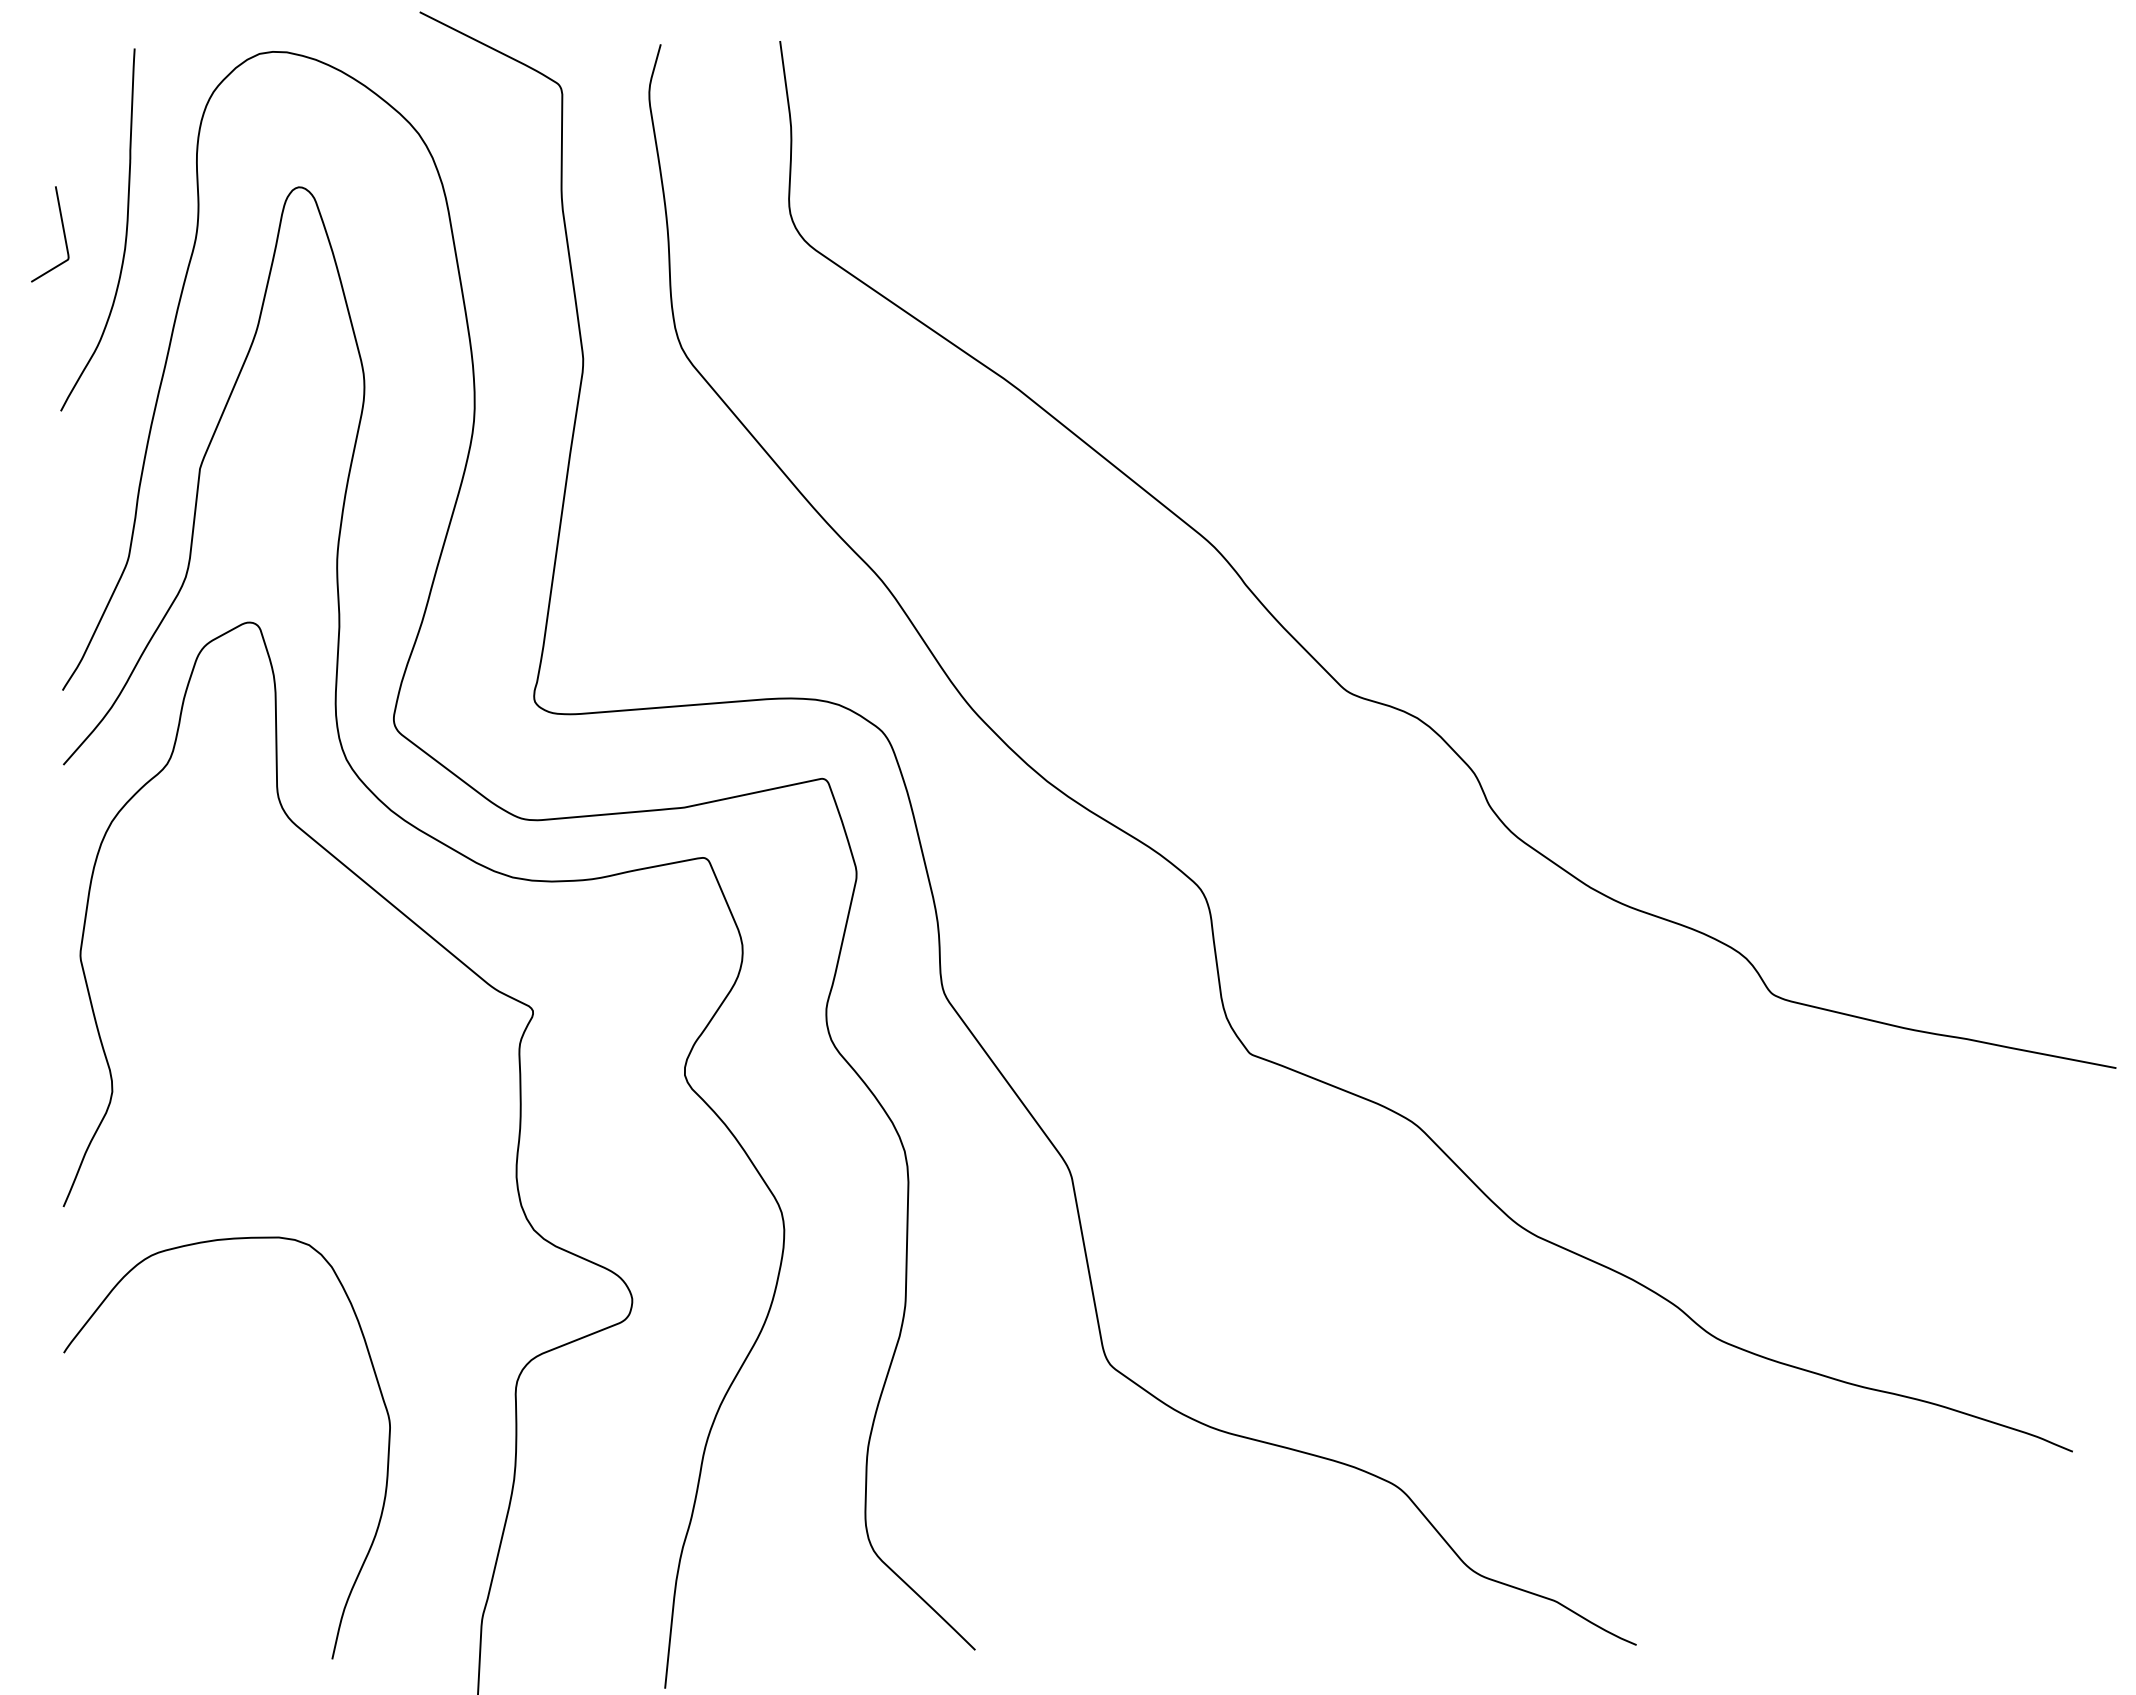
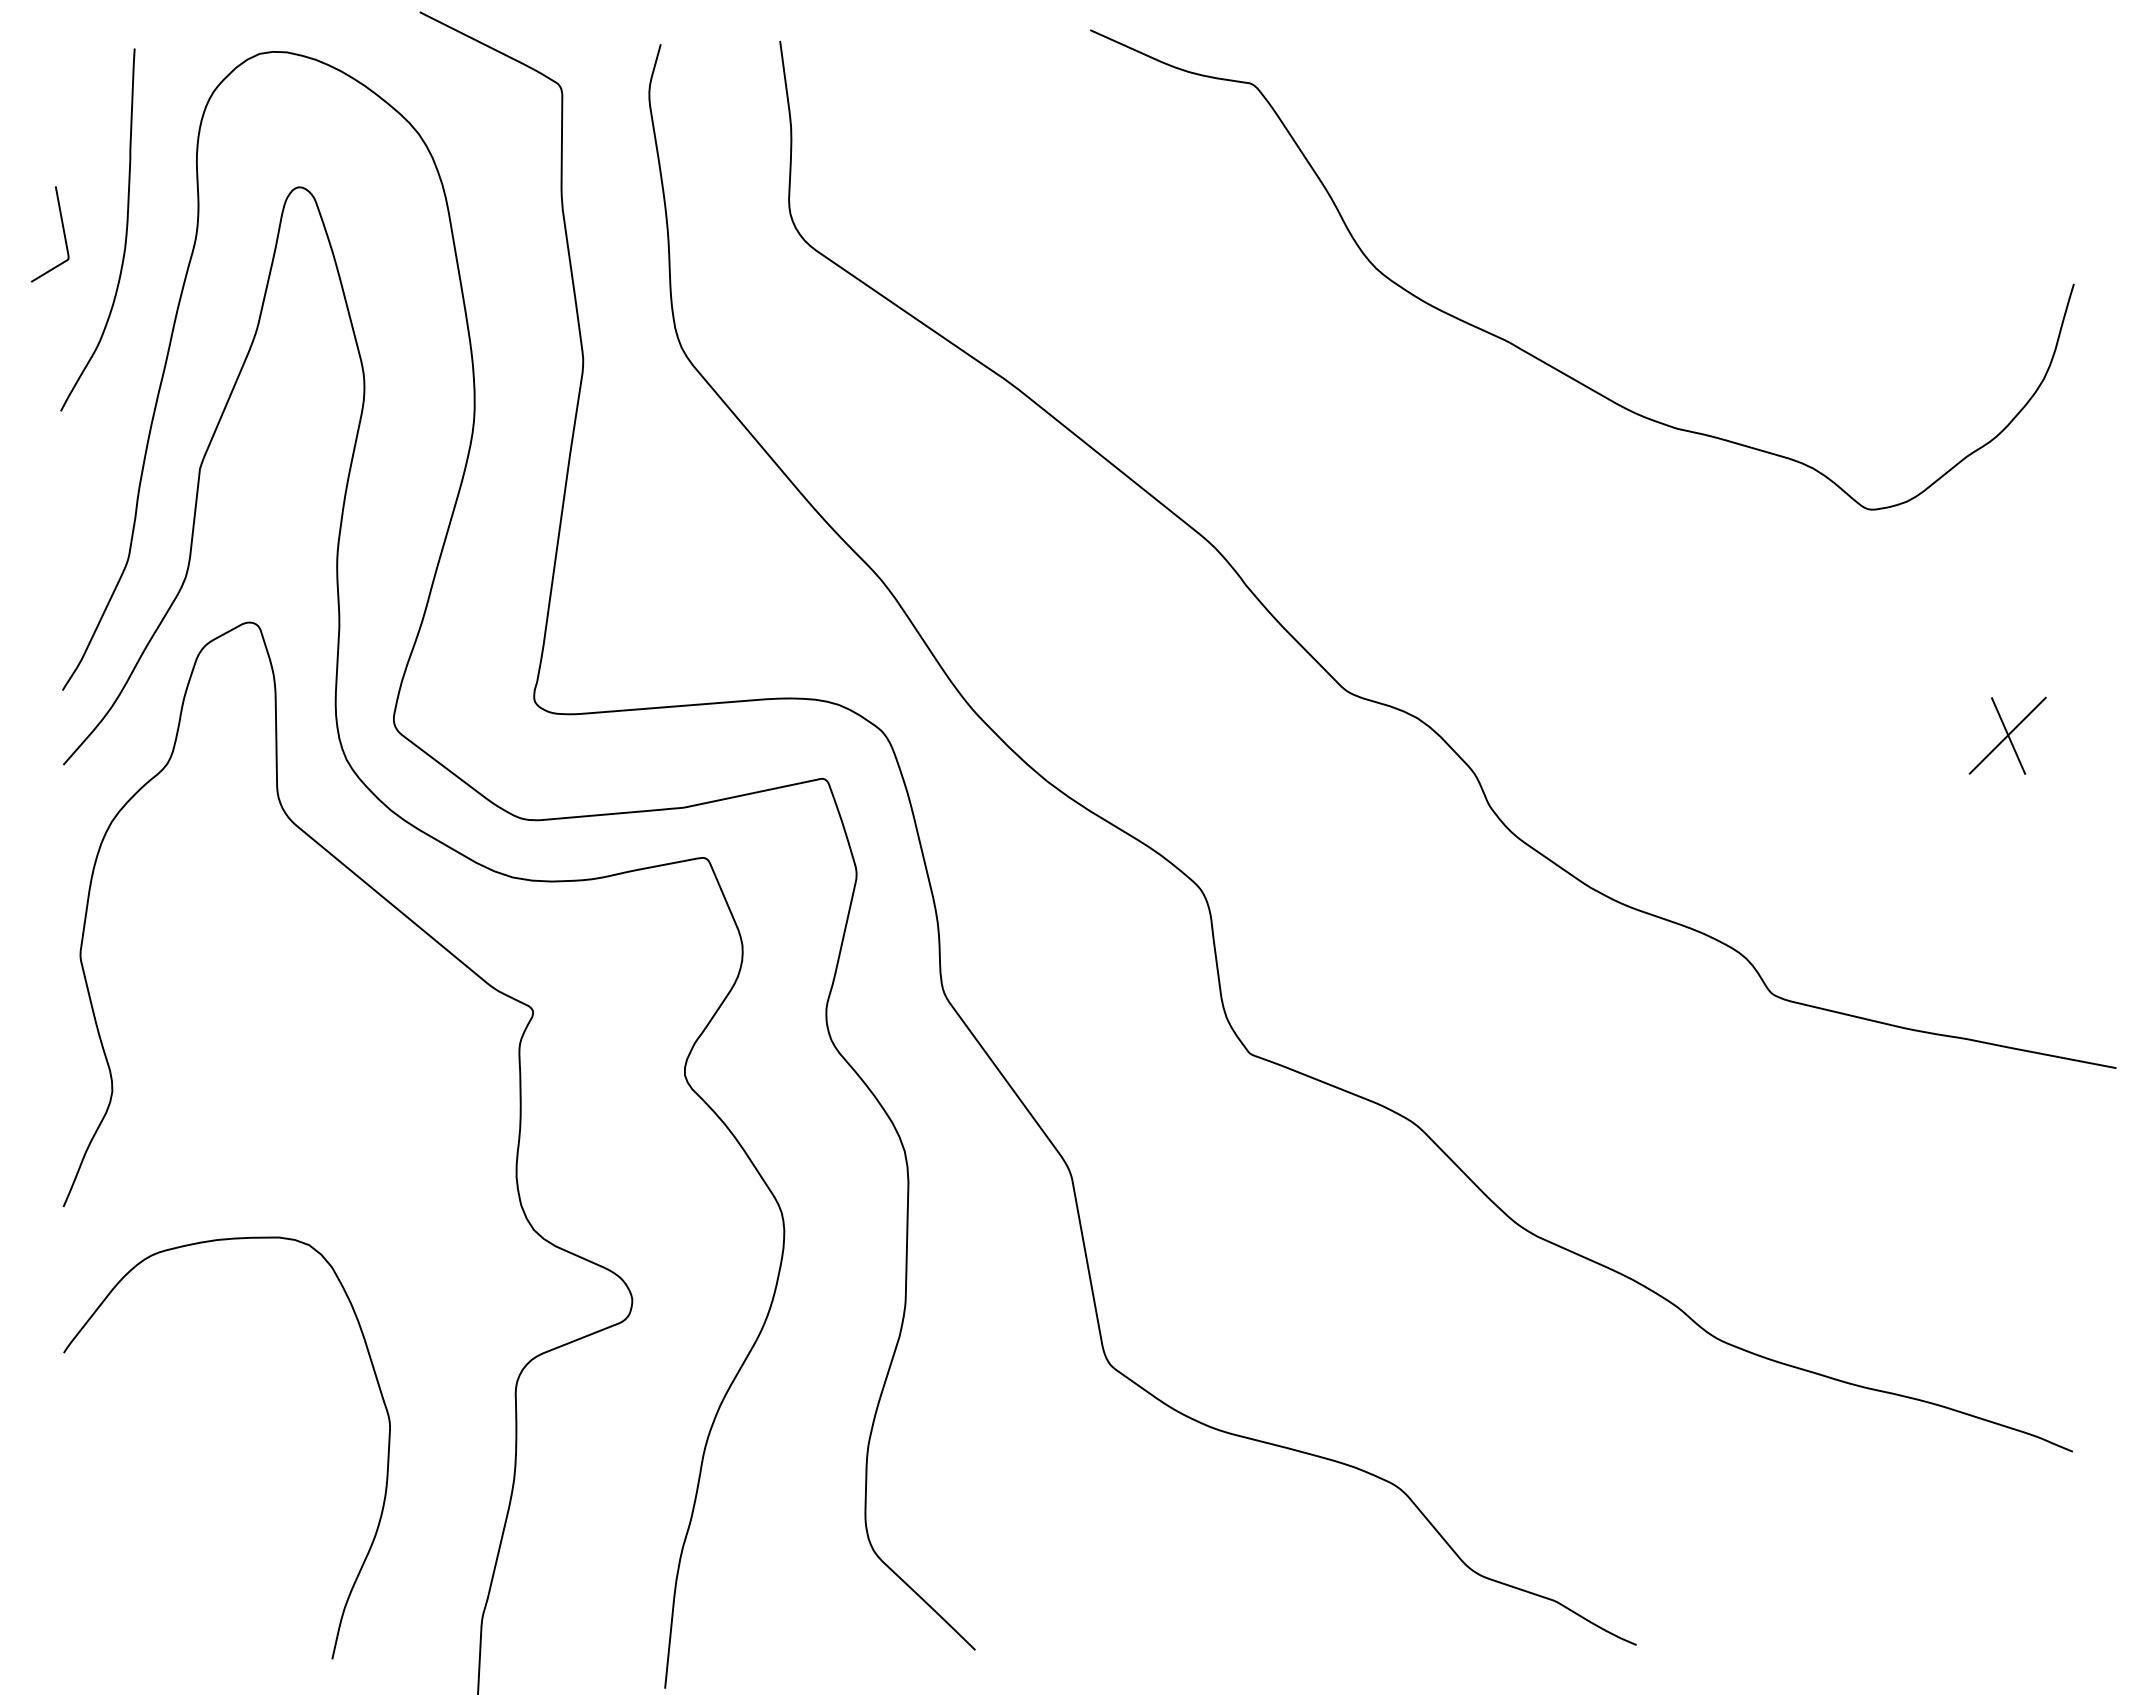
curve at (1534, 355): none -> present
part at (2007, 735): none -> present
